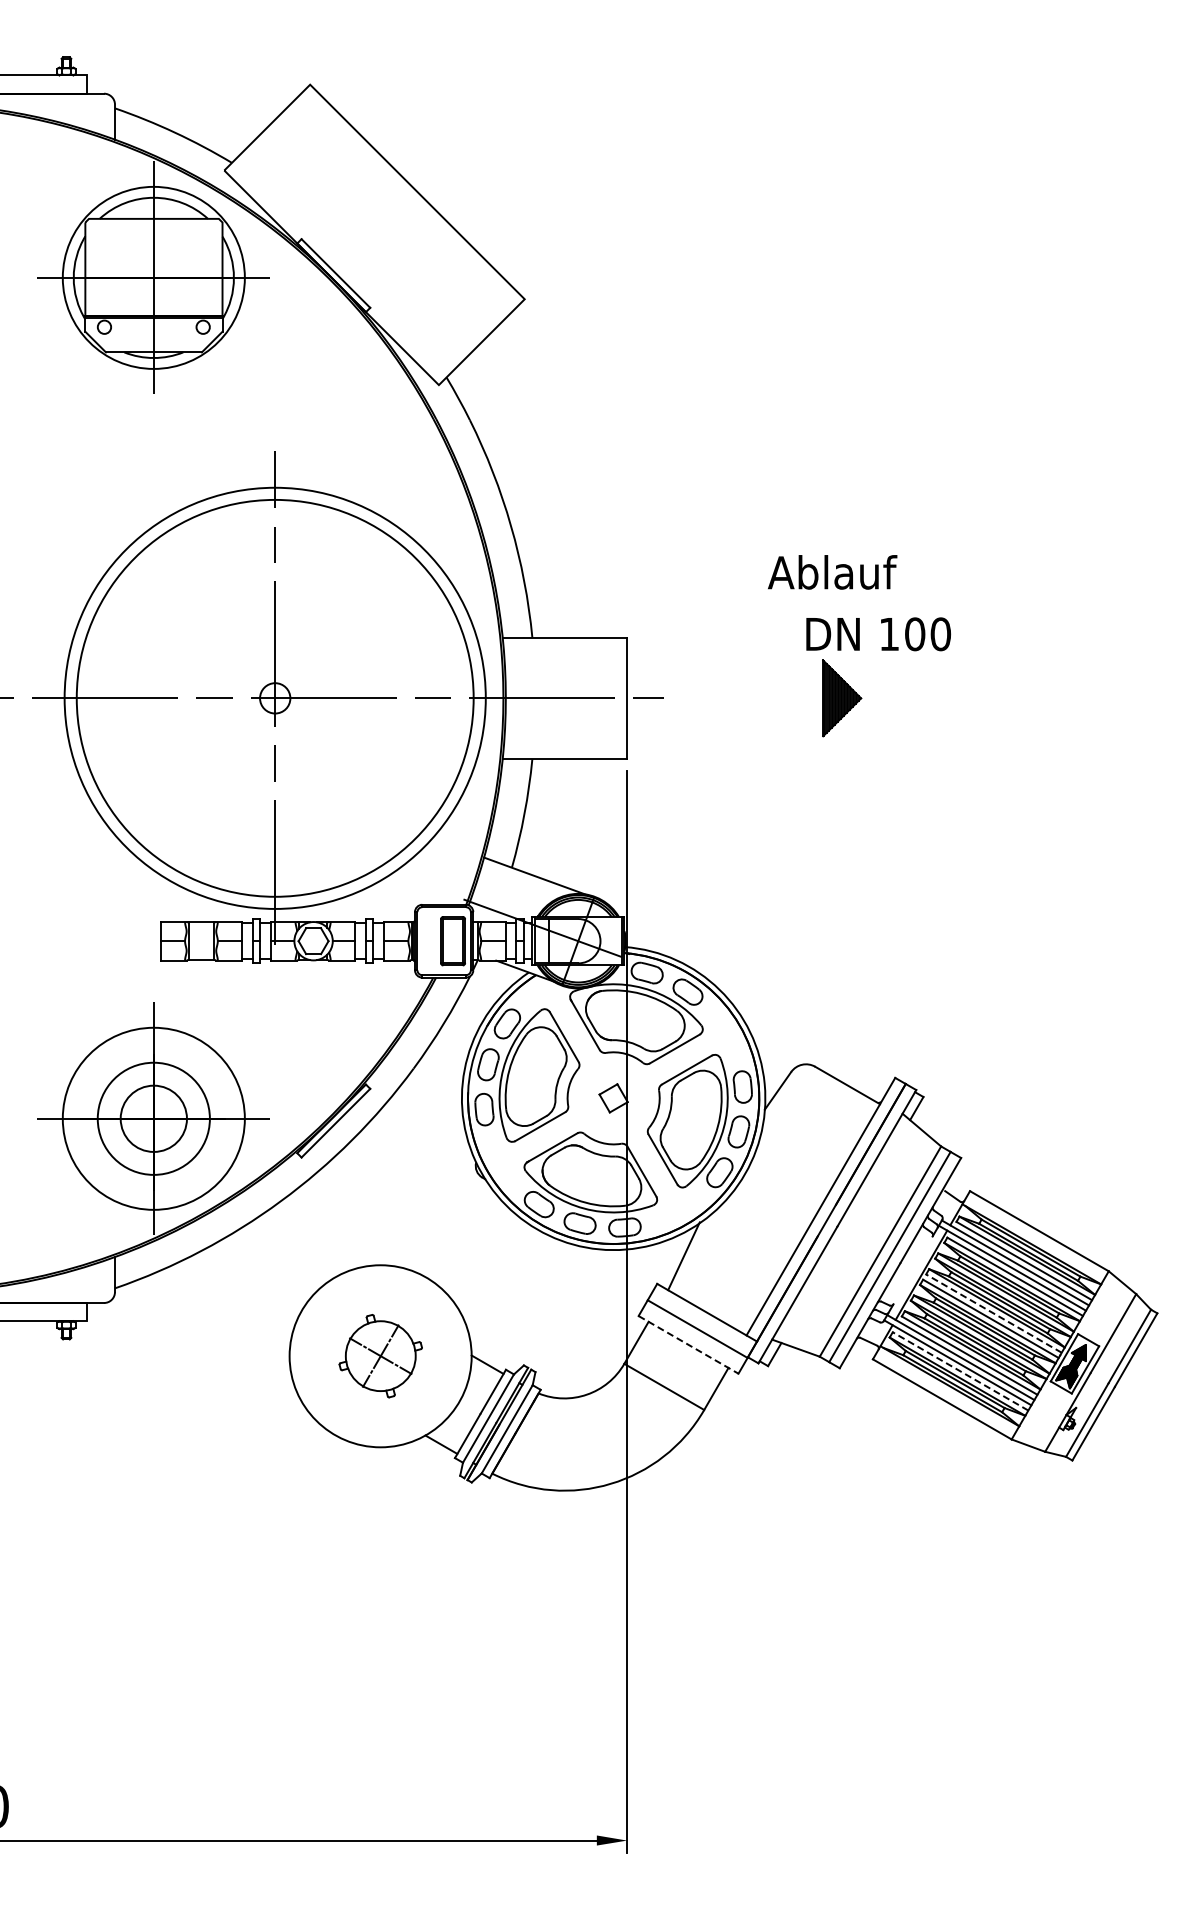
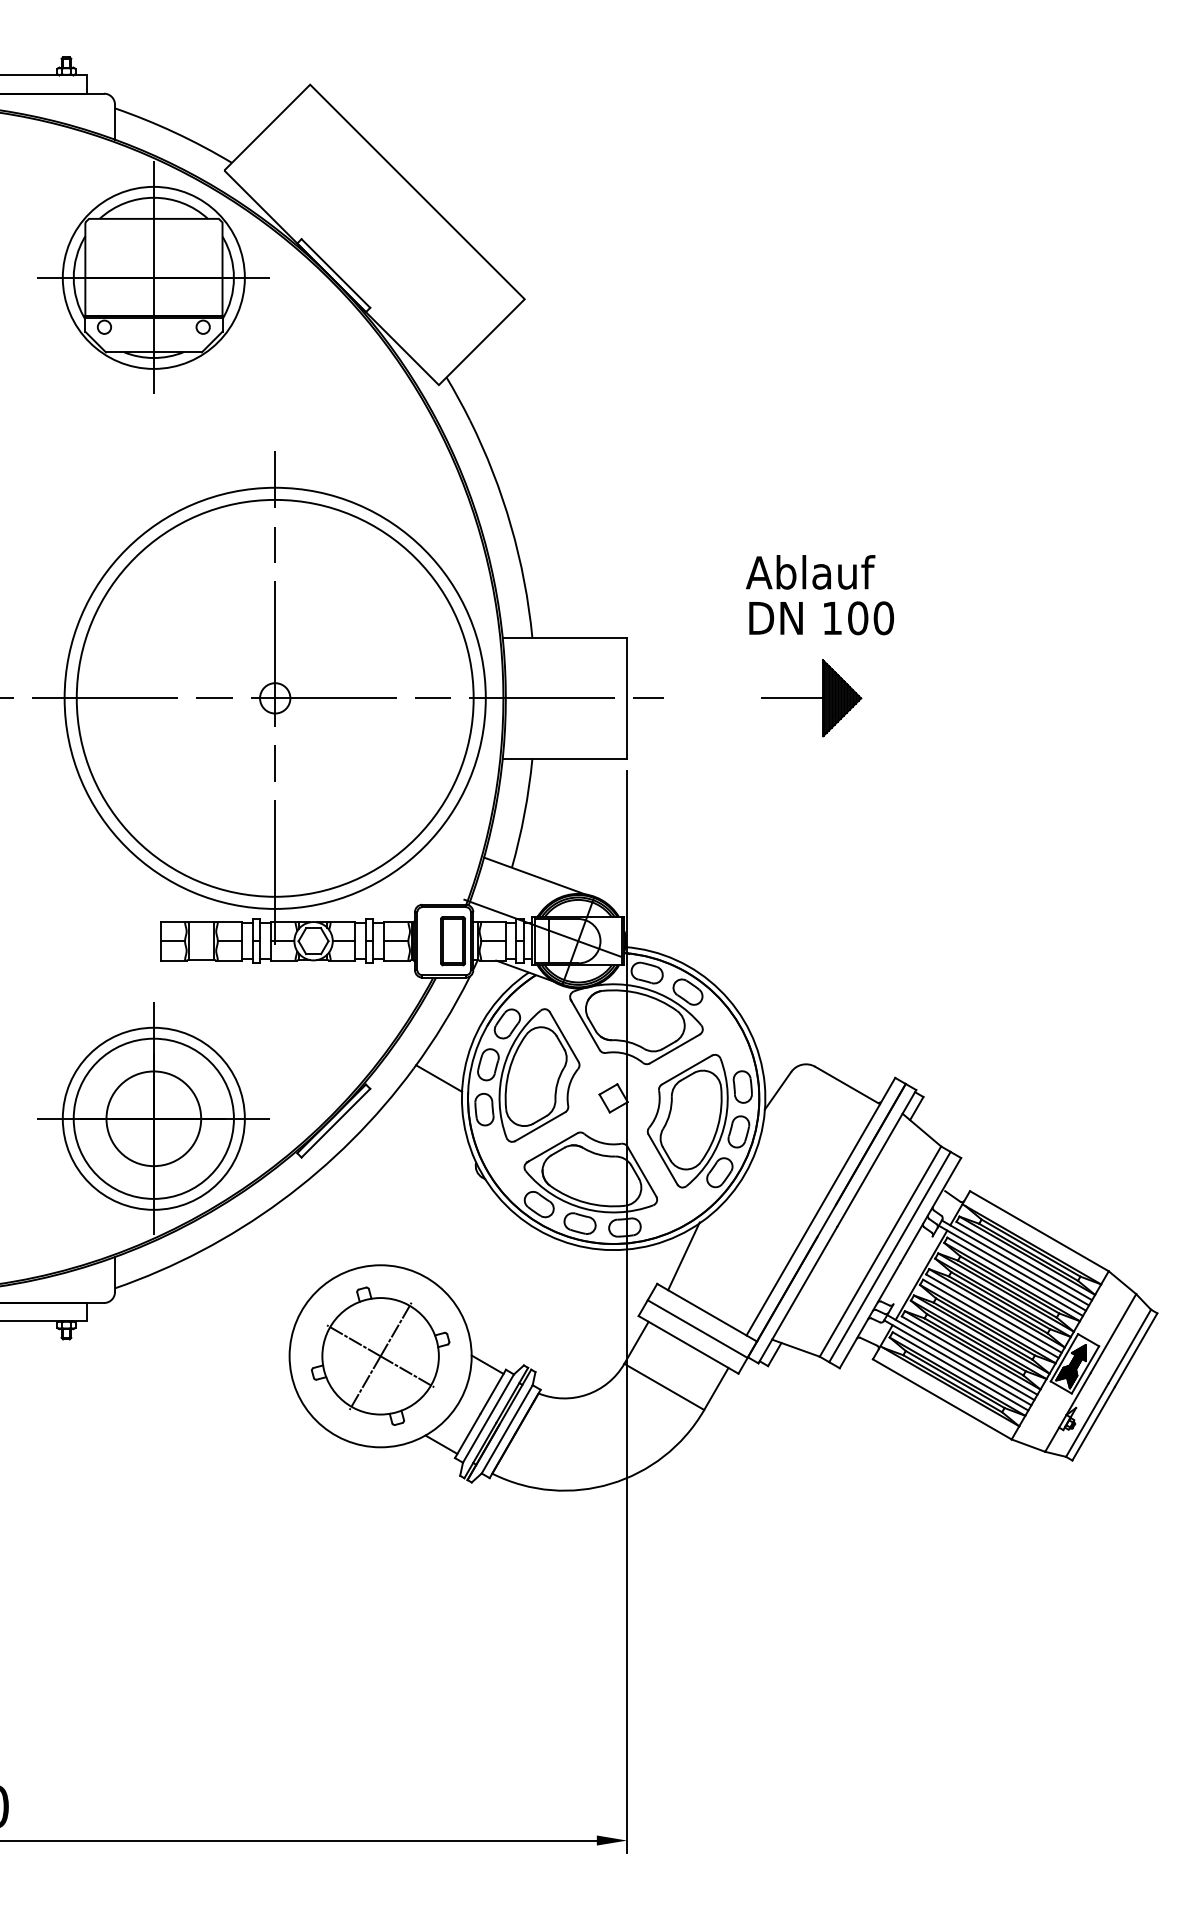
text at (832, 572) position: (832, 572) -> (810, 572)
text at (878, 634) position: (878, 634) -> (821, 618)
line at (792, 698): none -> present
line at (439, 1078): none -> present
circle at (153, 1118) diameter: 112 px -> 160 px
circle at (153, 1118) diameter: 66 px -> 95 px
line at (993, 1313): dashed -> solid
line at (688, 1344): dashed -> solid
part at (380, 1356) size: 85x85 px -> 140x140 px
line at (960, 1371): dashed -> solid
